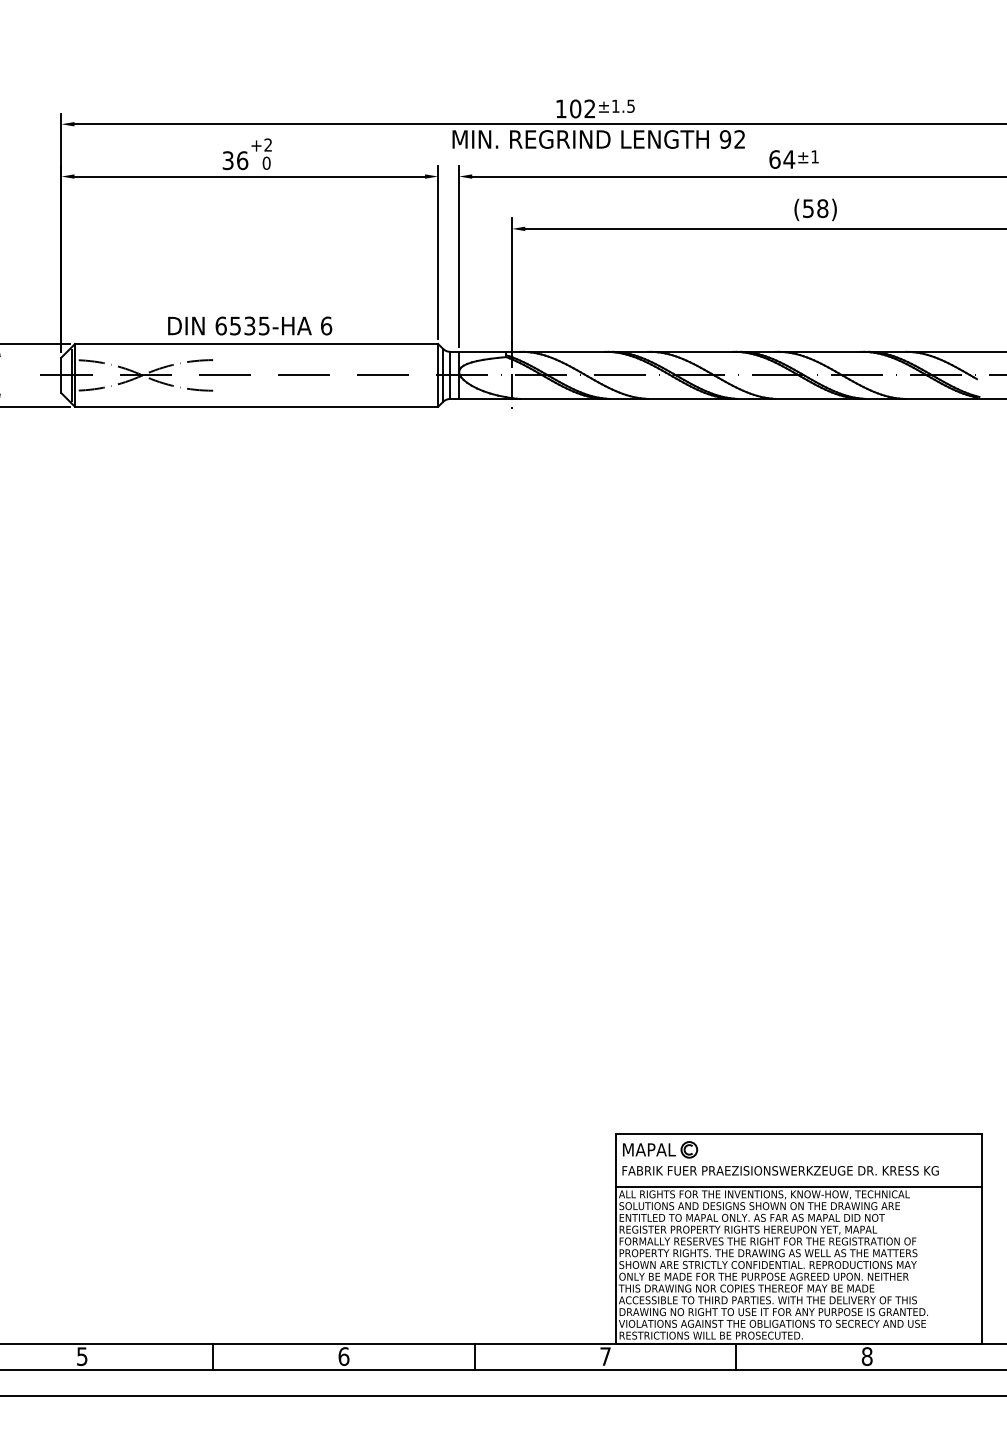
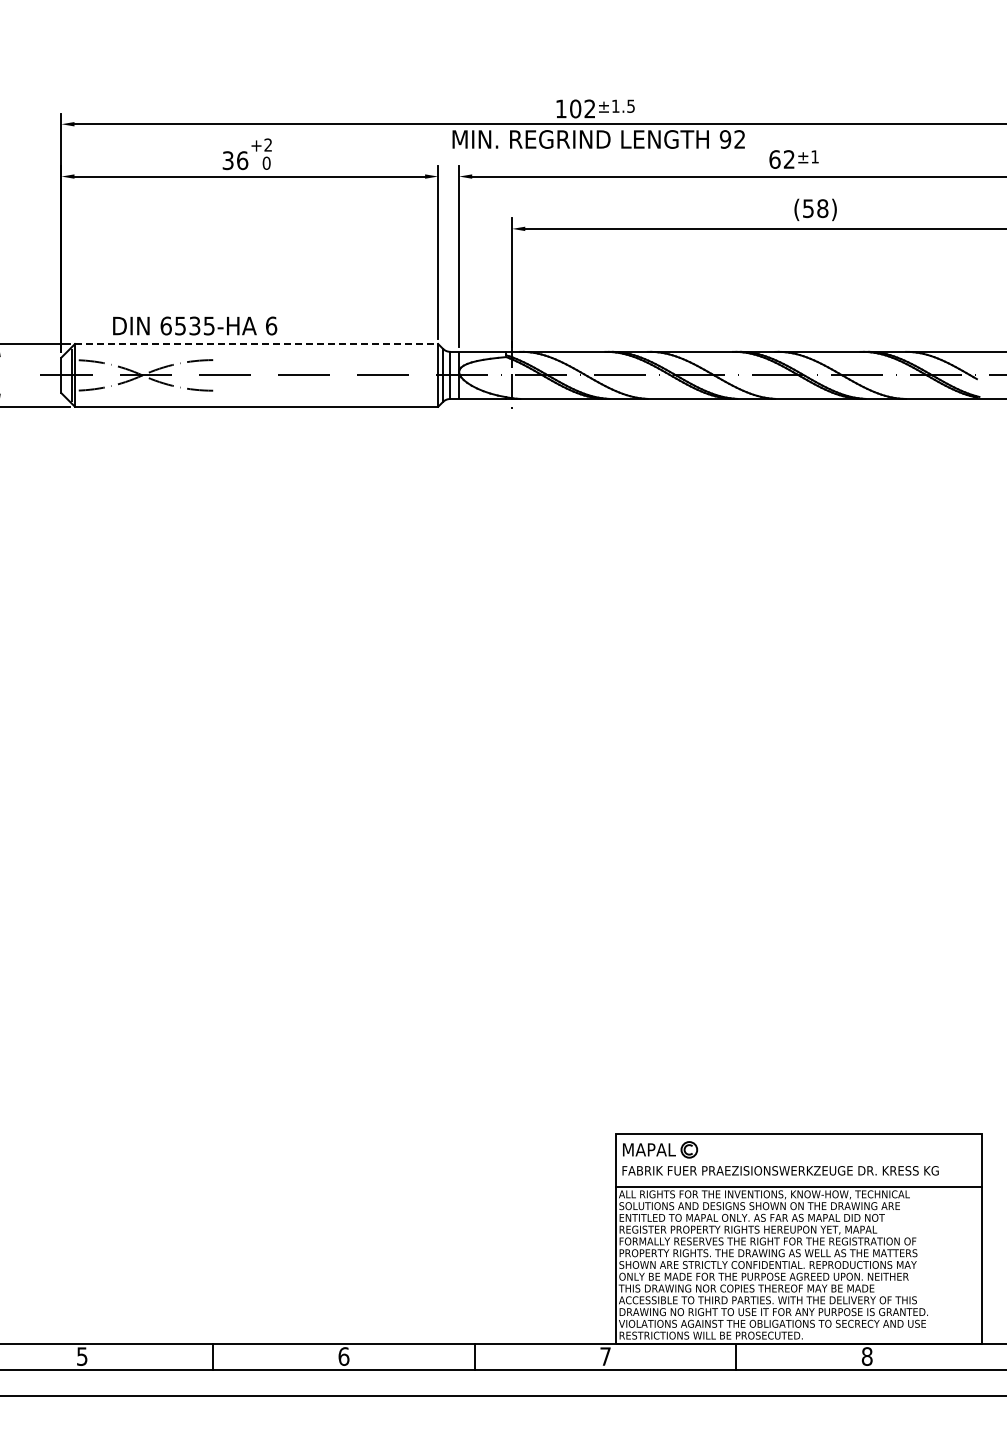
text at (789, 159): 64 -> 62
text at (250, 325) position: (250, 325) -> (195, 325)
line at (256, 344): solid -> dashed
